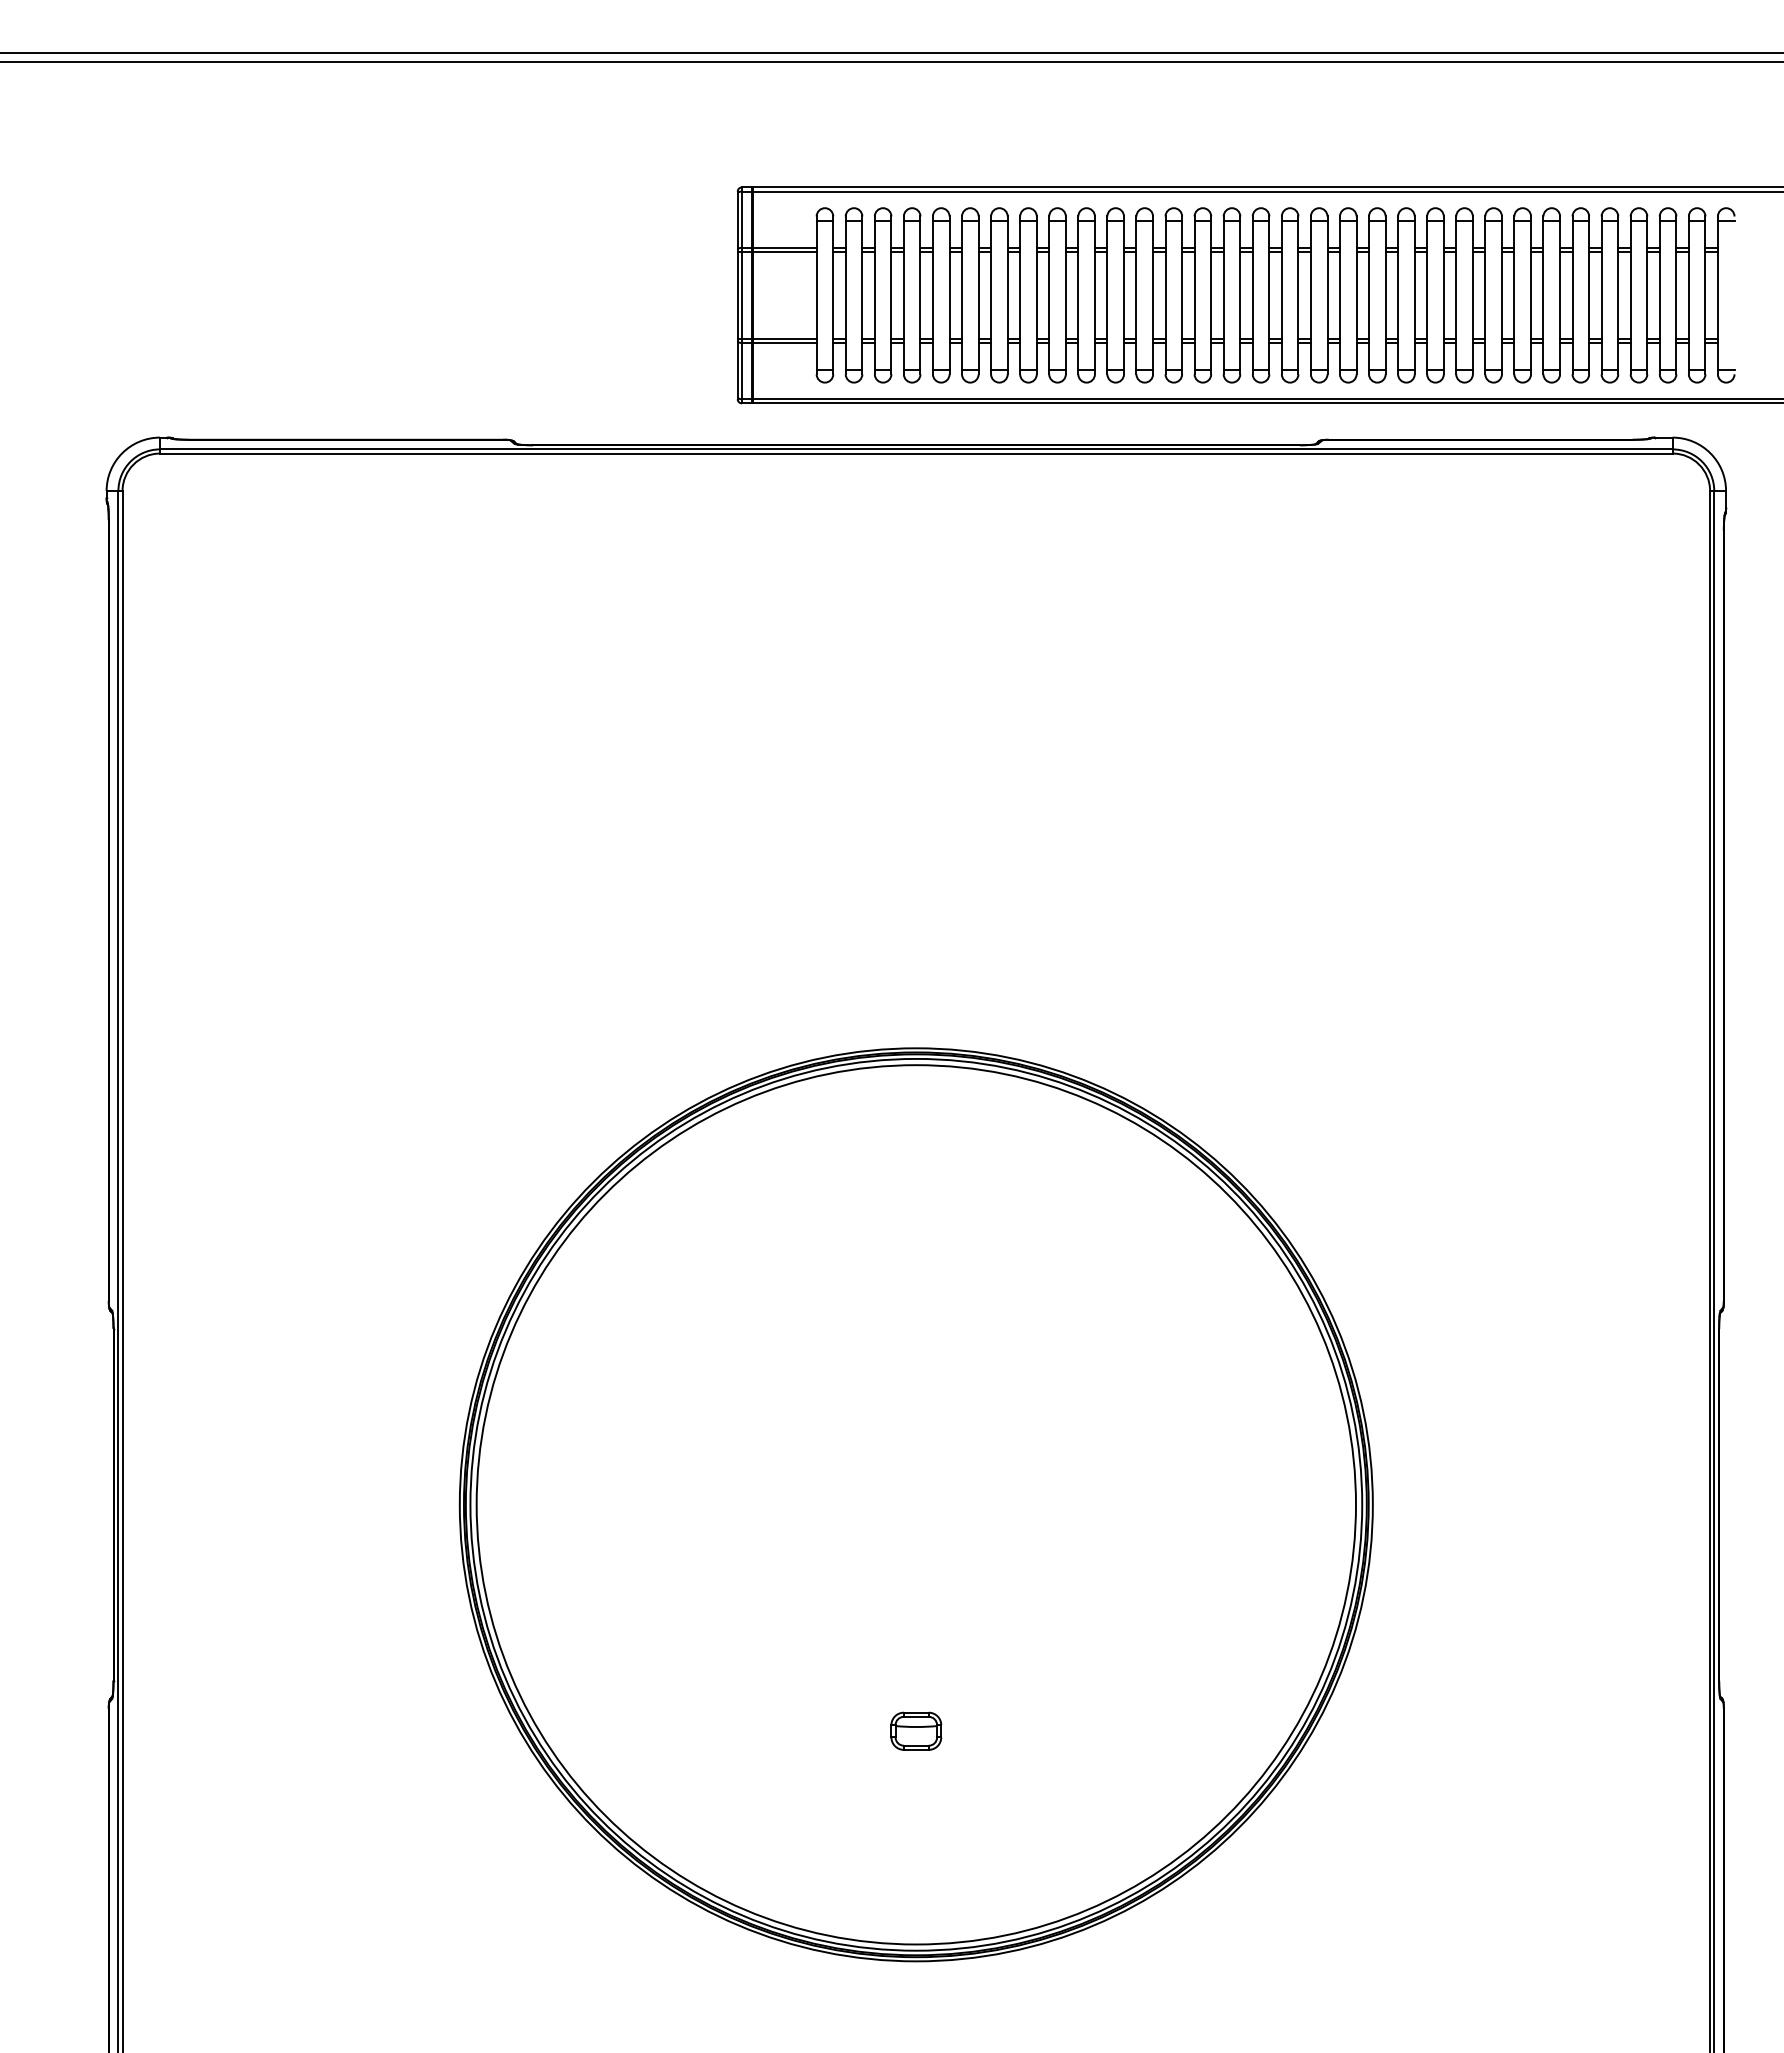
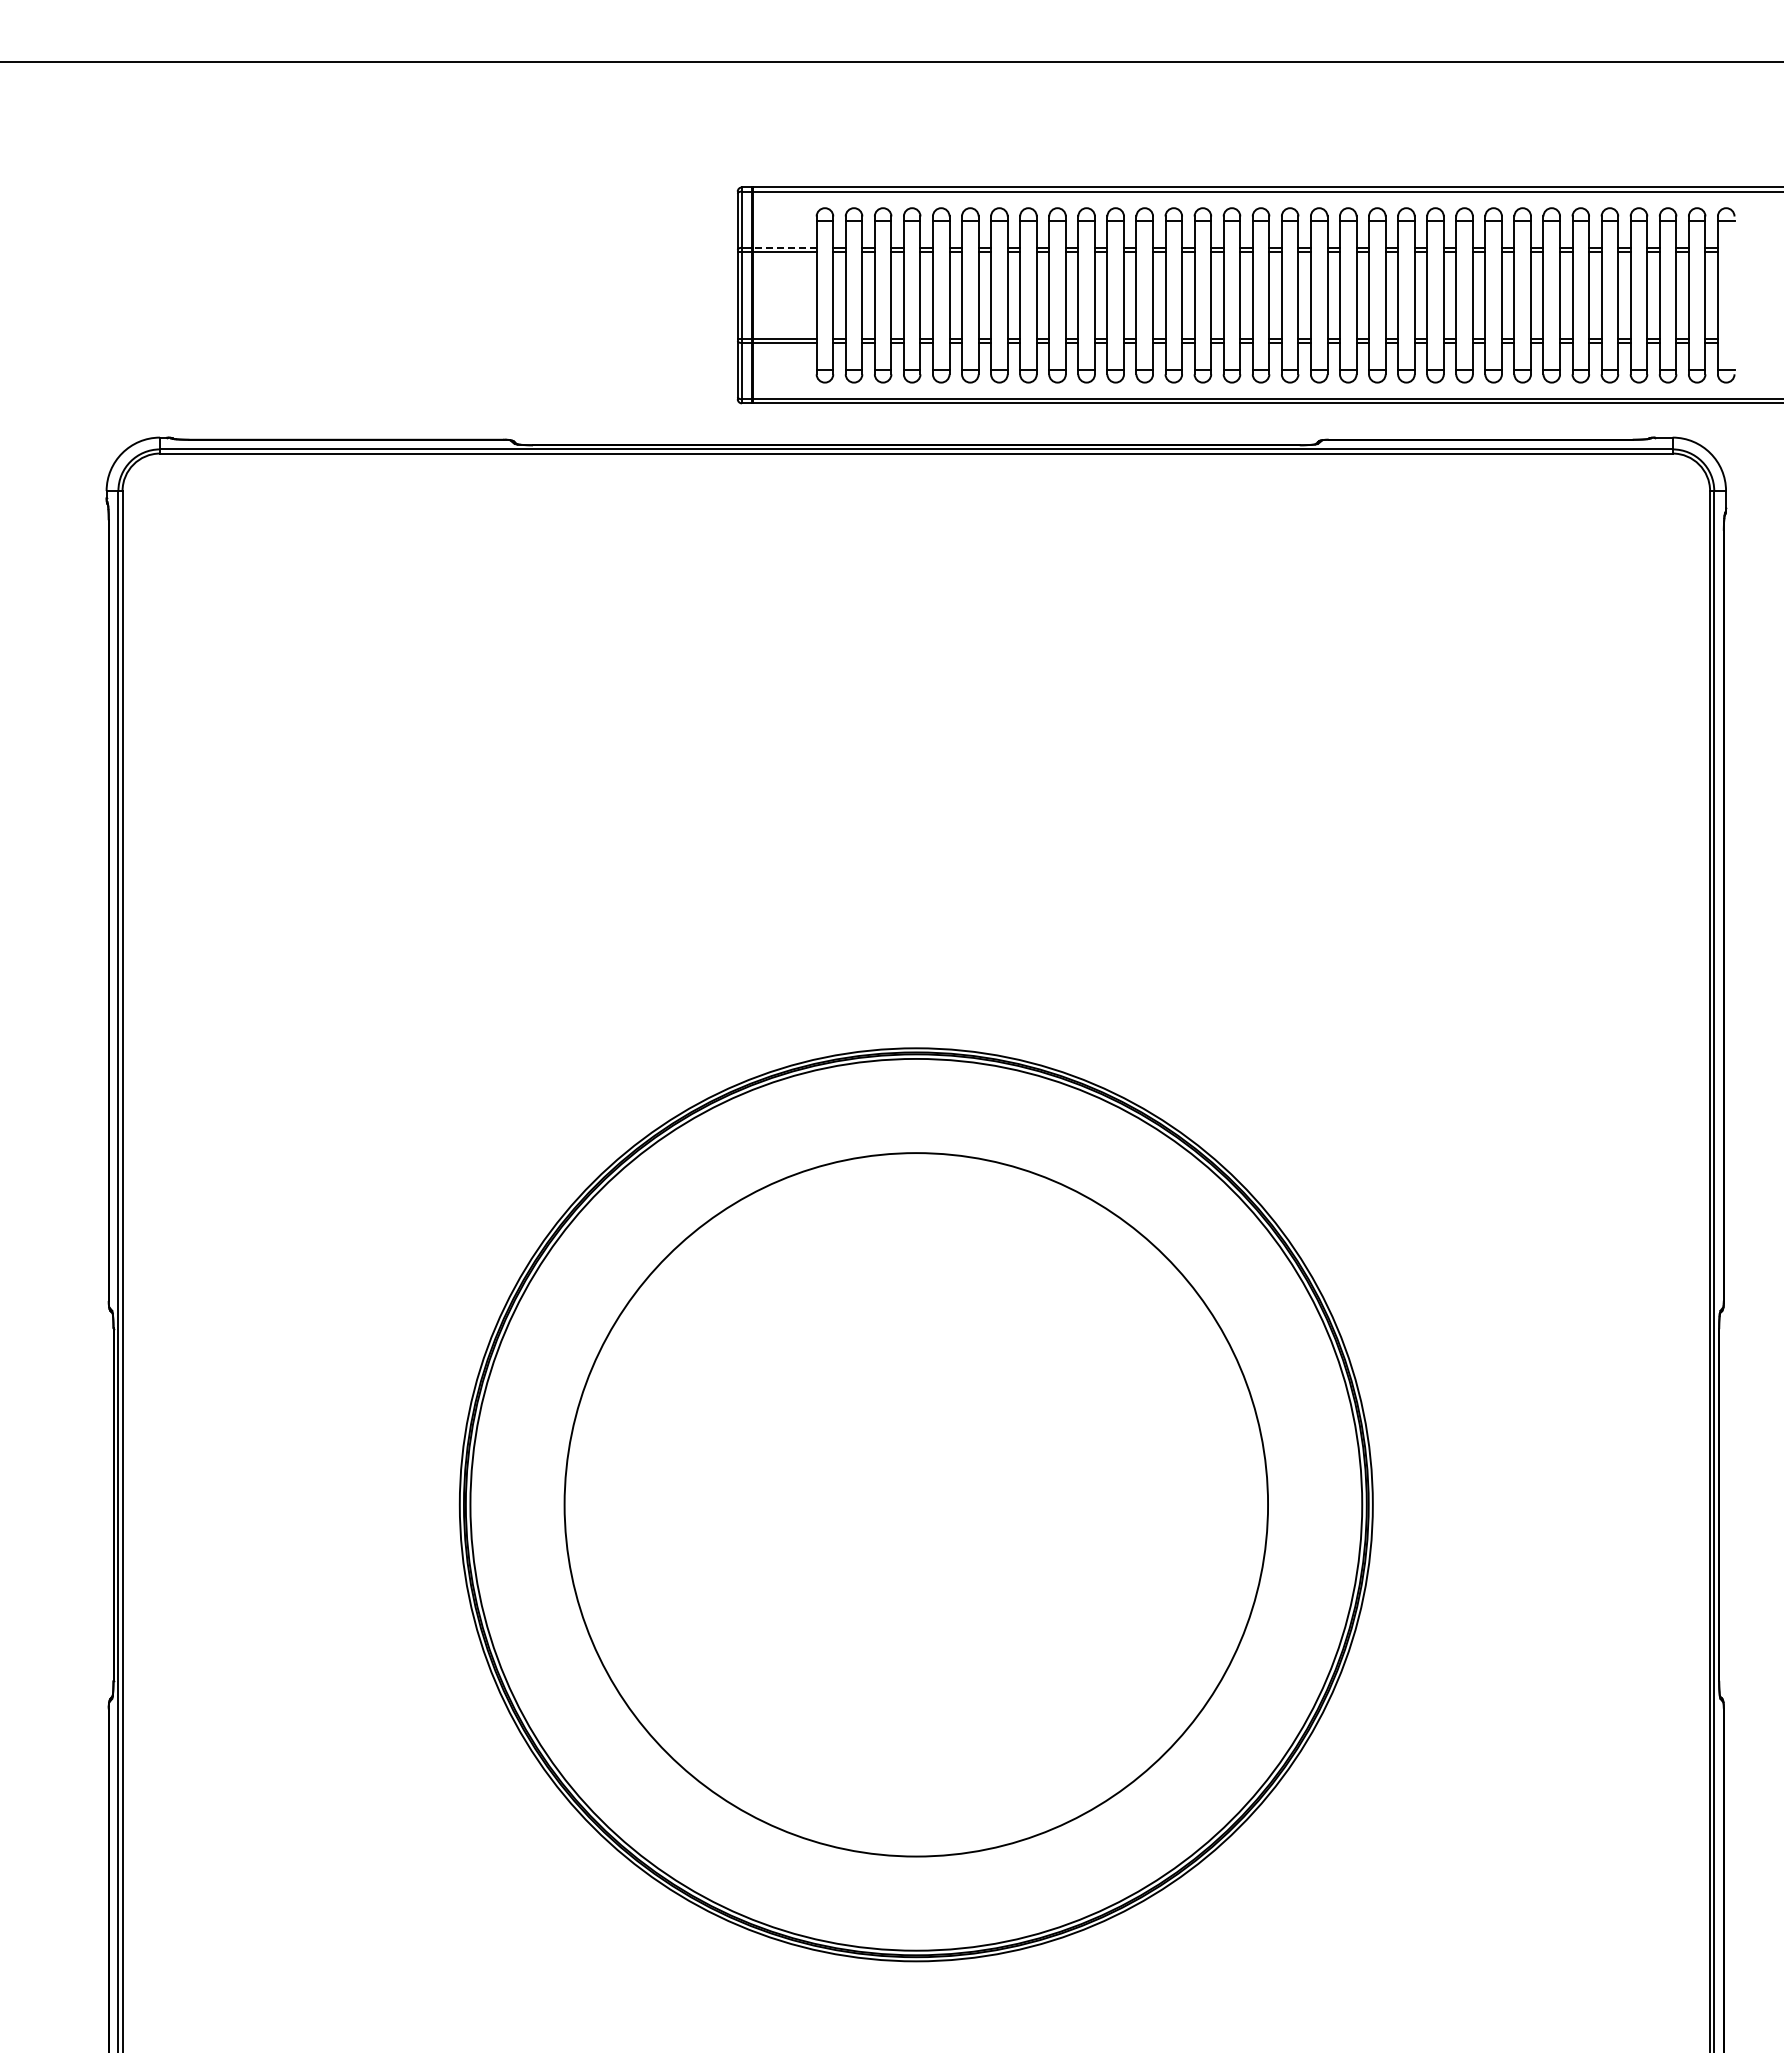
line at (891, 53): present -> none
line at (784, 247): solid -> dashed
circle at (916, 1504) diameter: 879 px -> 703 px
part at (916, 1730): present -> none
